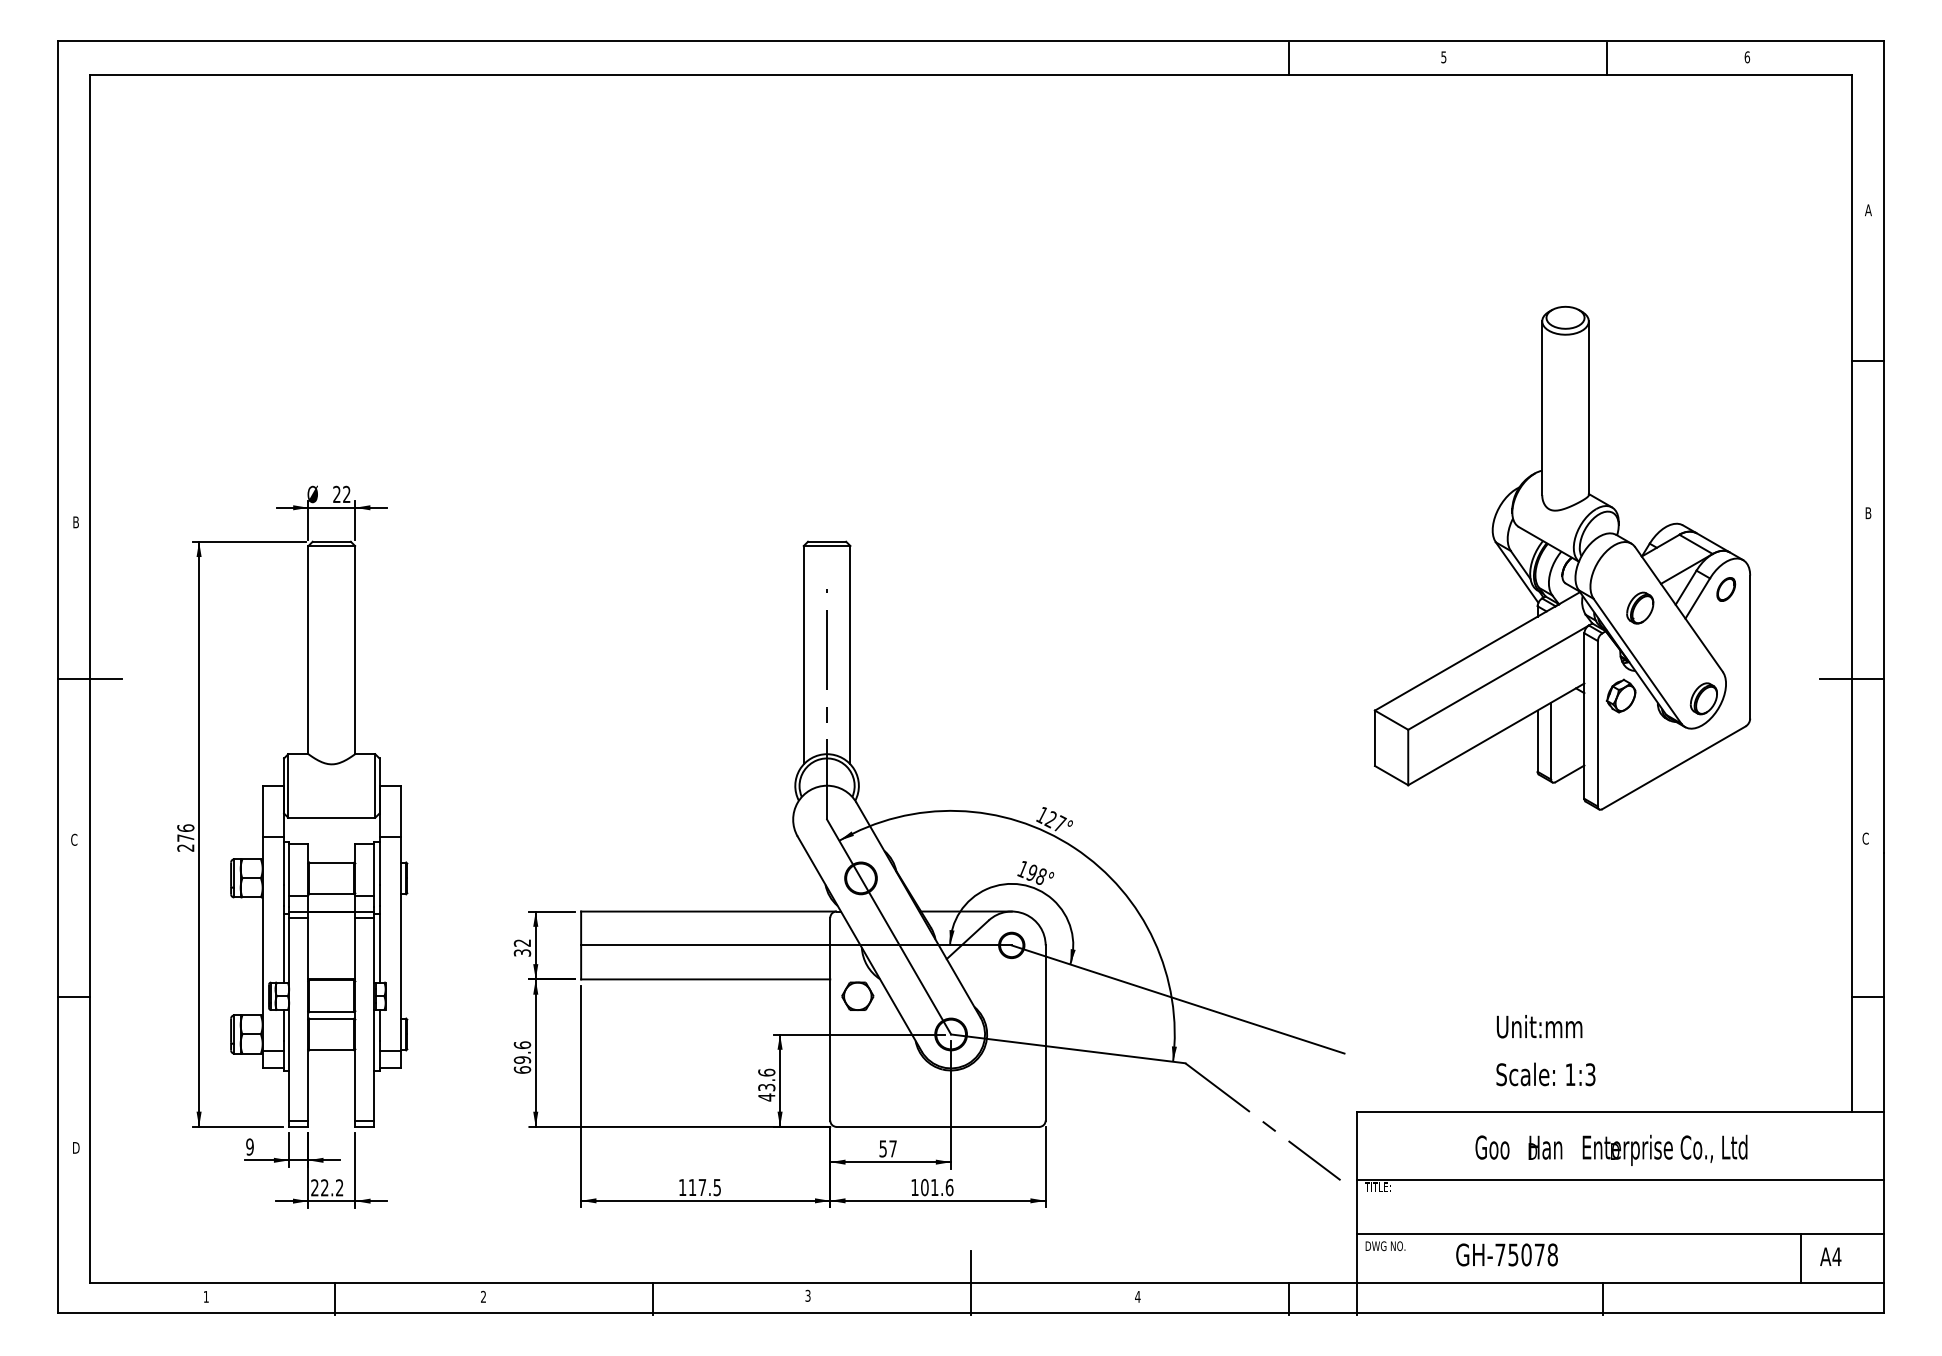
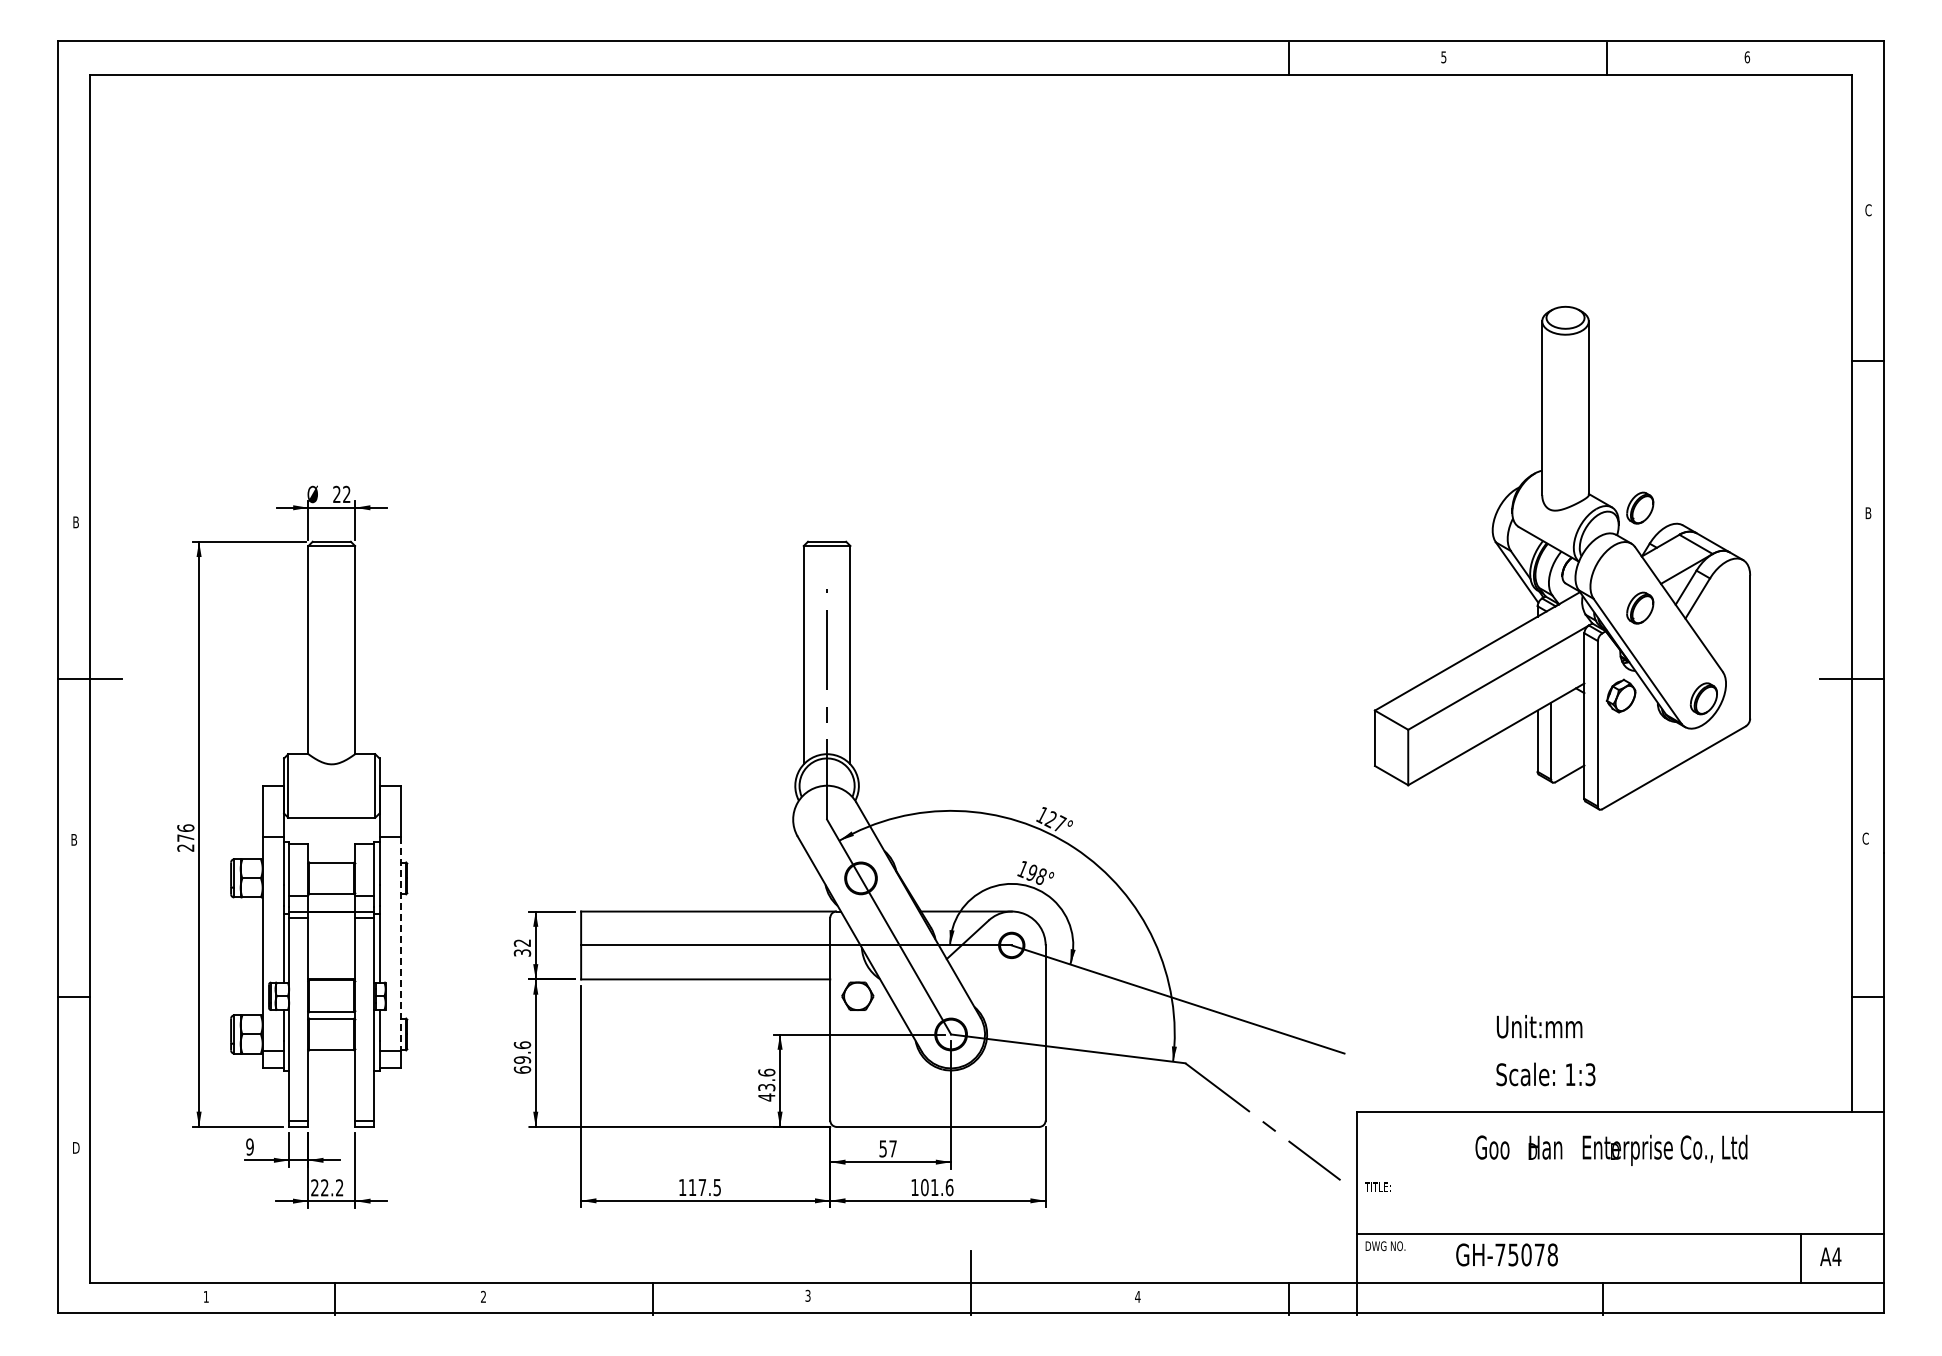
text at (1868, 210): A -> C
part at (1640, 507): none -> present
part at (1726, 589): present -> none
text at (74, 839): C -> B
line at (400, 944): solid -> dashed
line at (1620, 1179): present -> none
